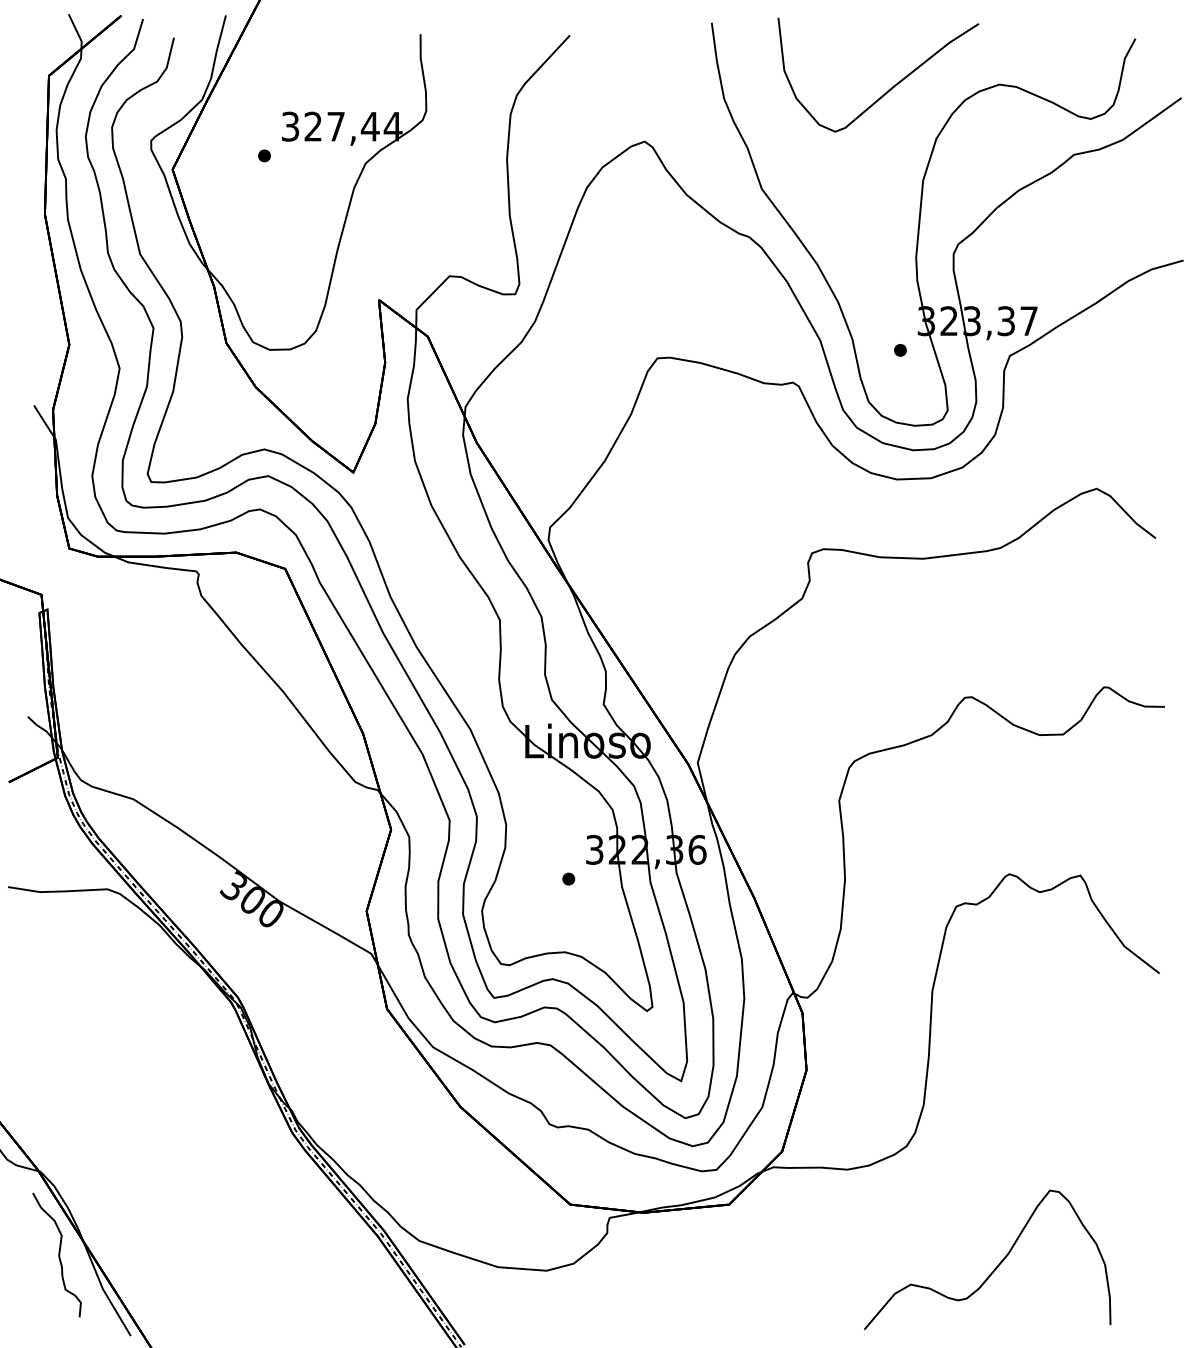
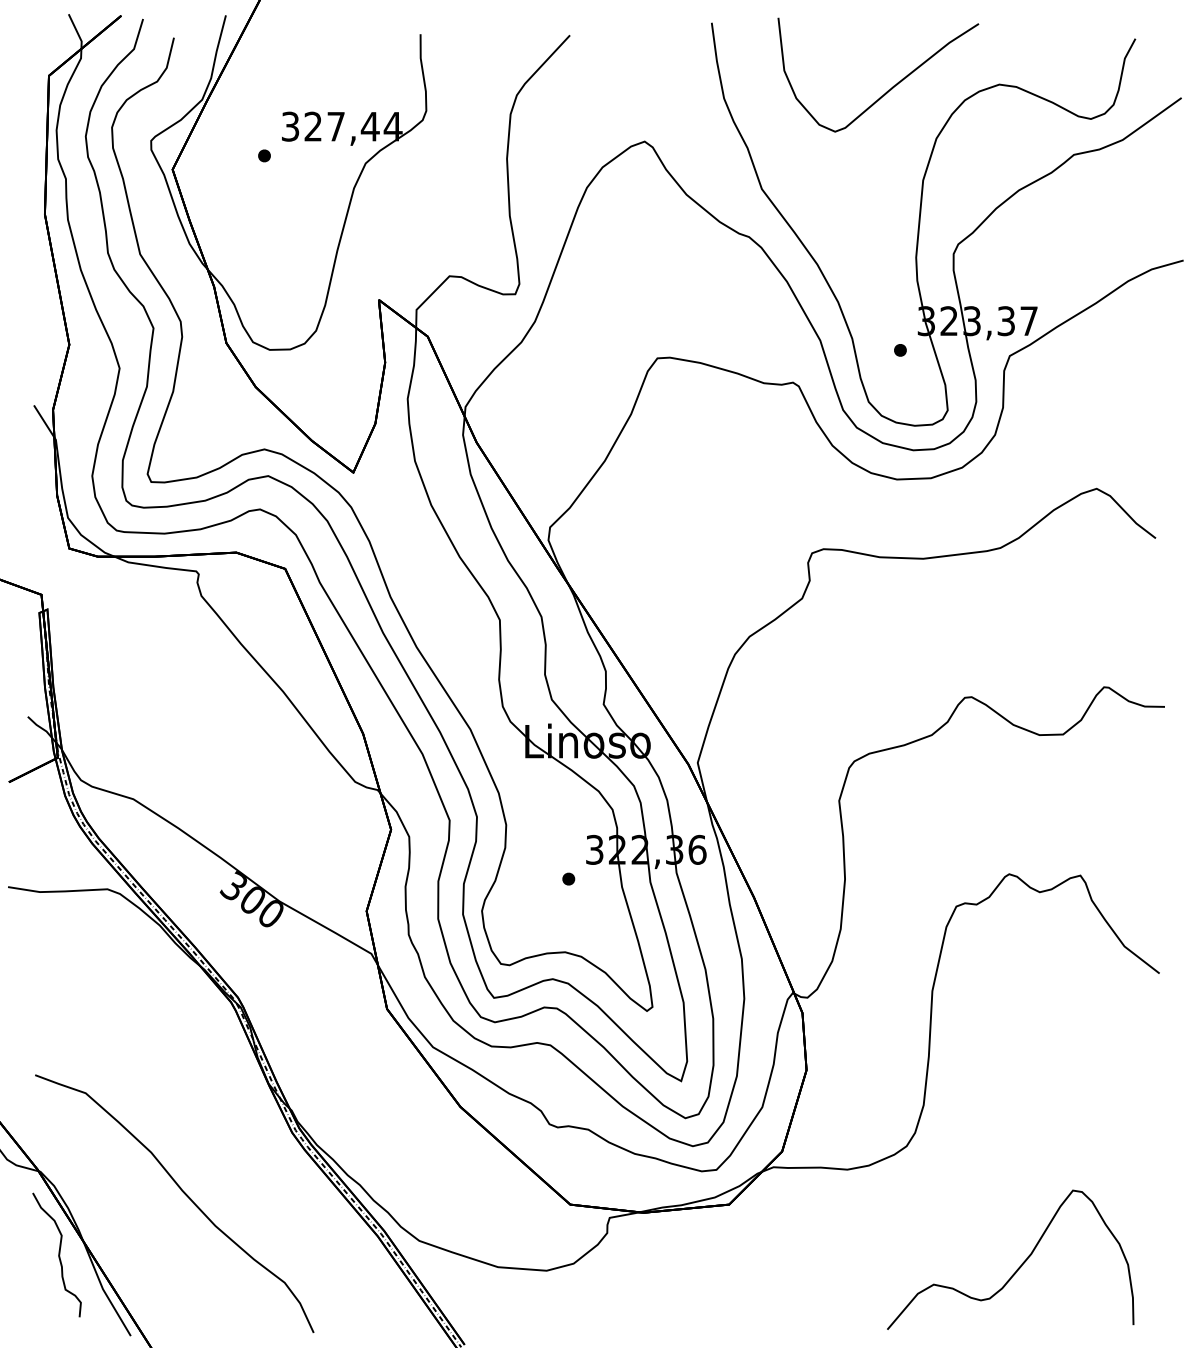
curve at (183, 1193): none -> present
curve at (995, 1267) position: (995, 1267) -> (1018, 1267)
